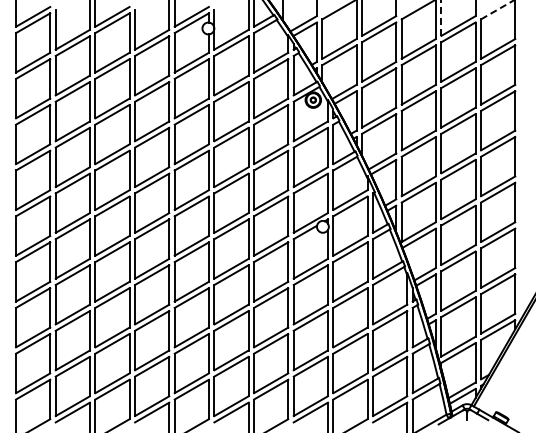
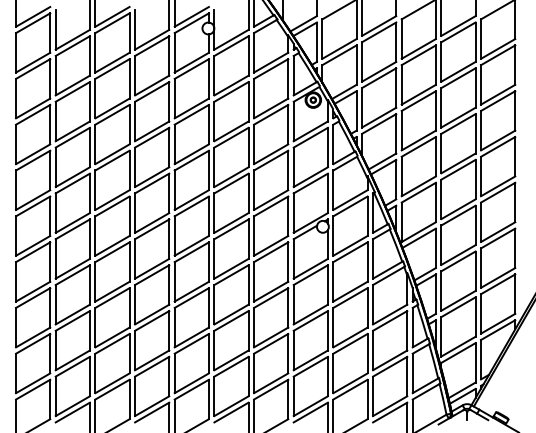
line at (498, 9): dashed -> solid
line at (441, 18): dashed -> solid
